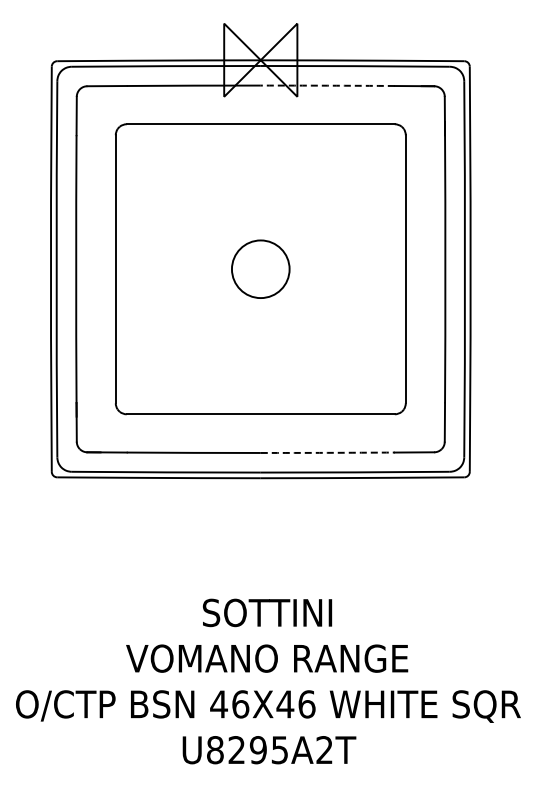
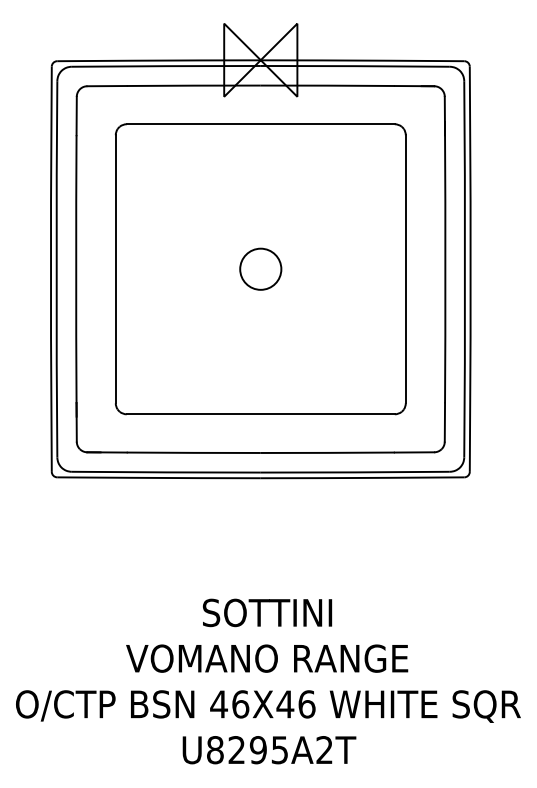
arc at (327, 85): dashed -> solid
circle at (260, 269) diameter: 58 px -> 41 px
arc at (327, 452): dashed -> solid
